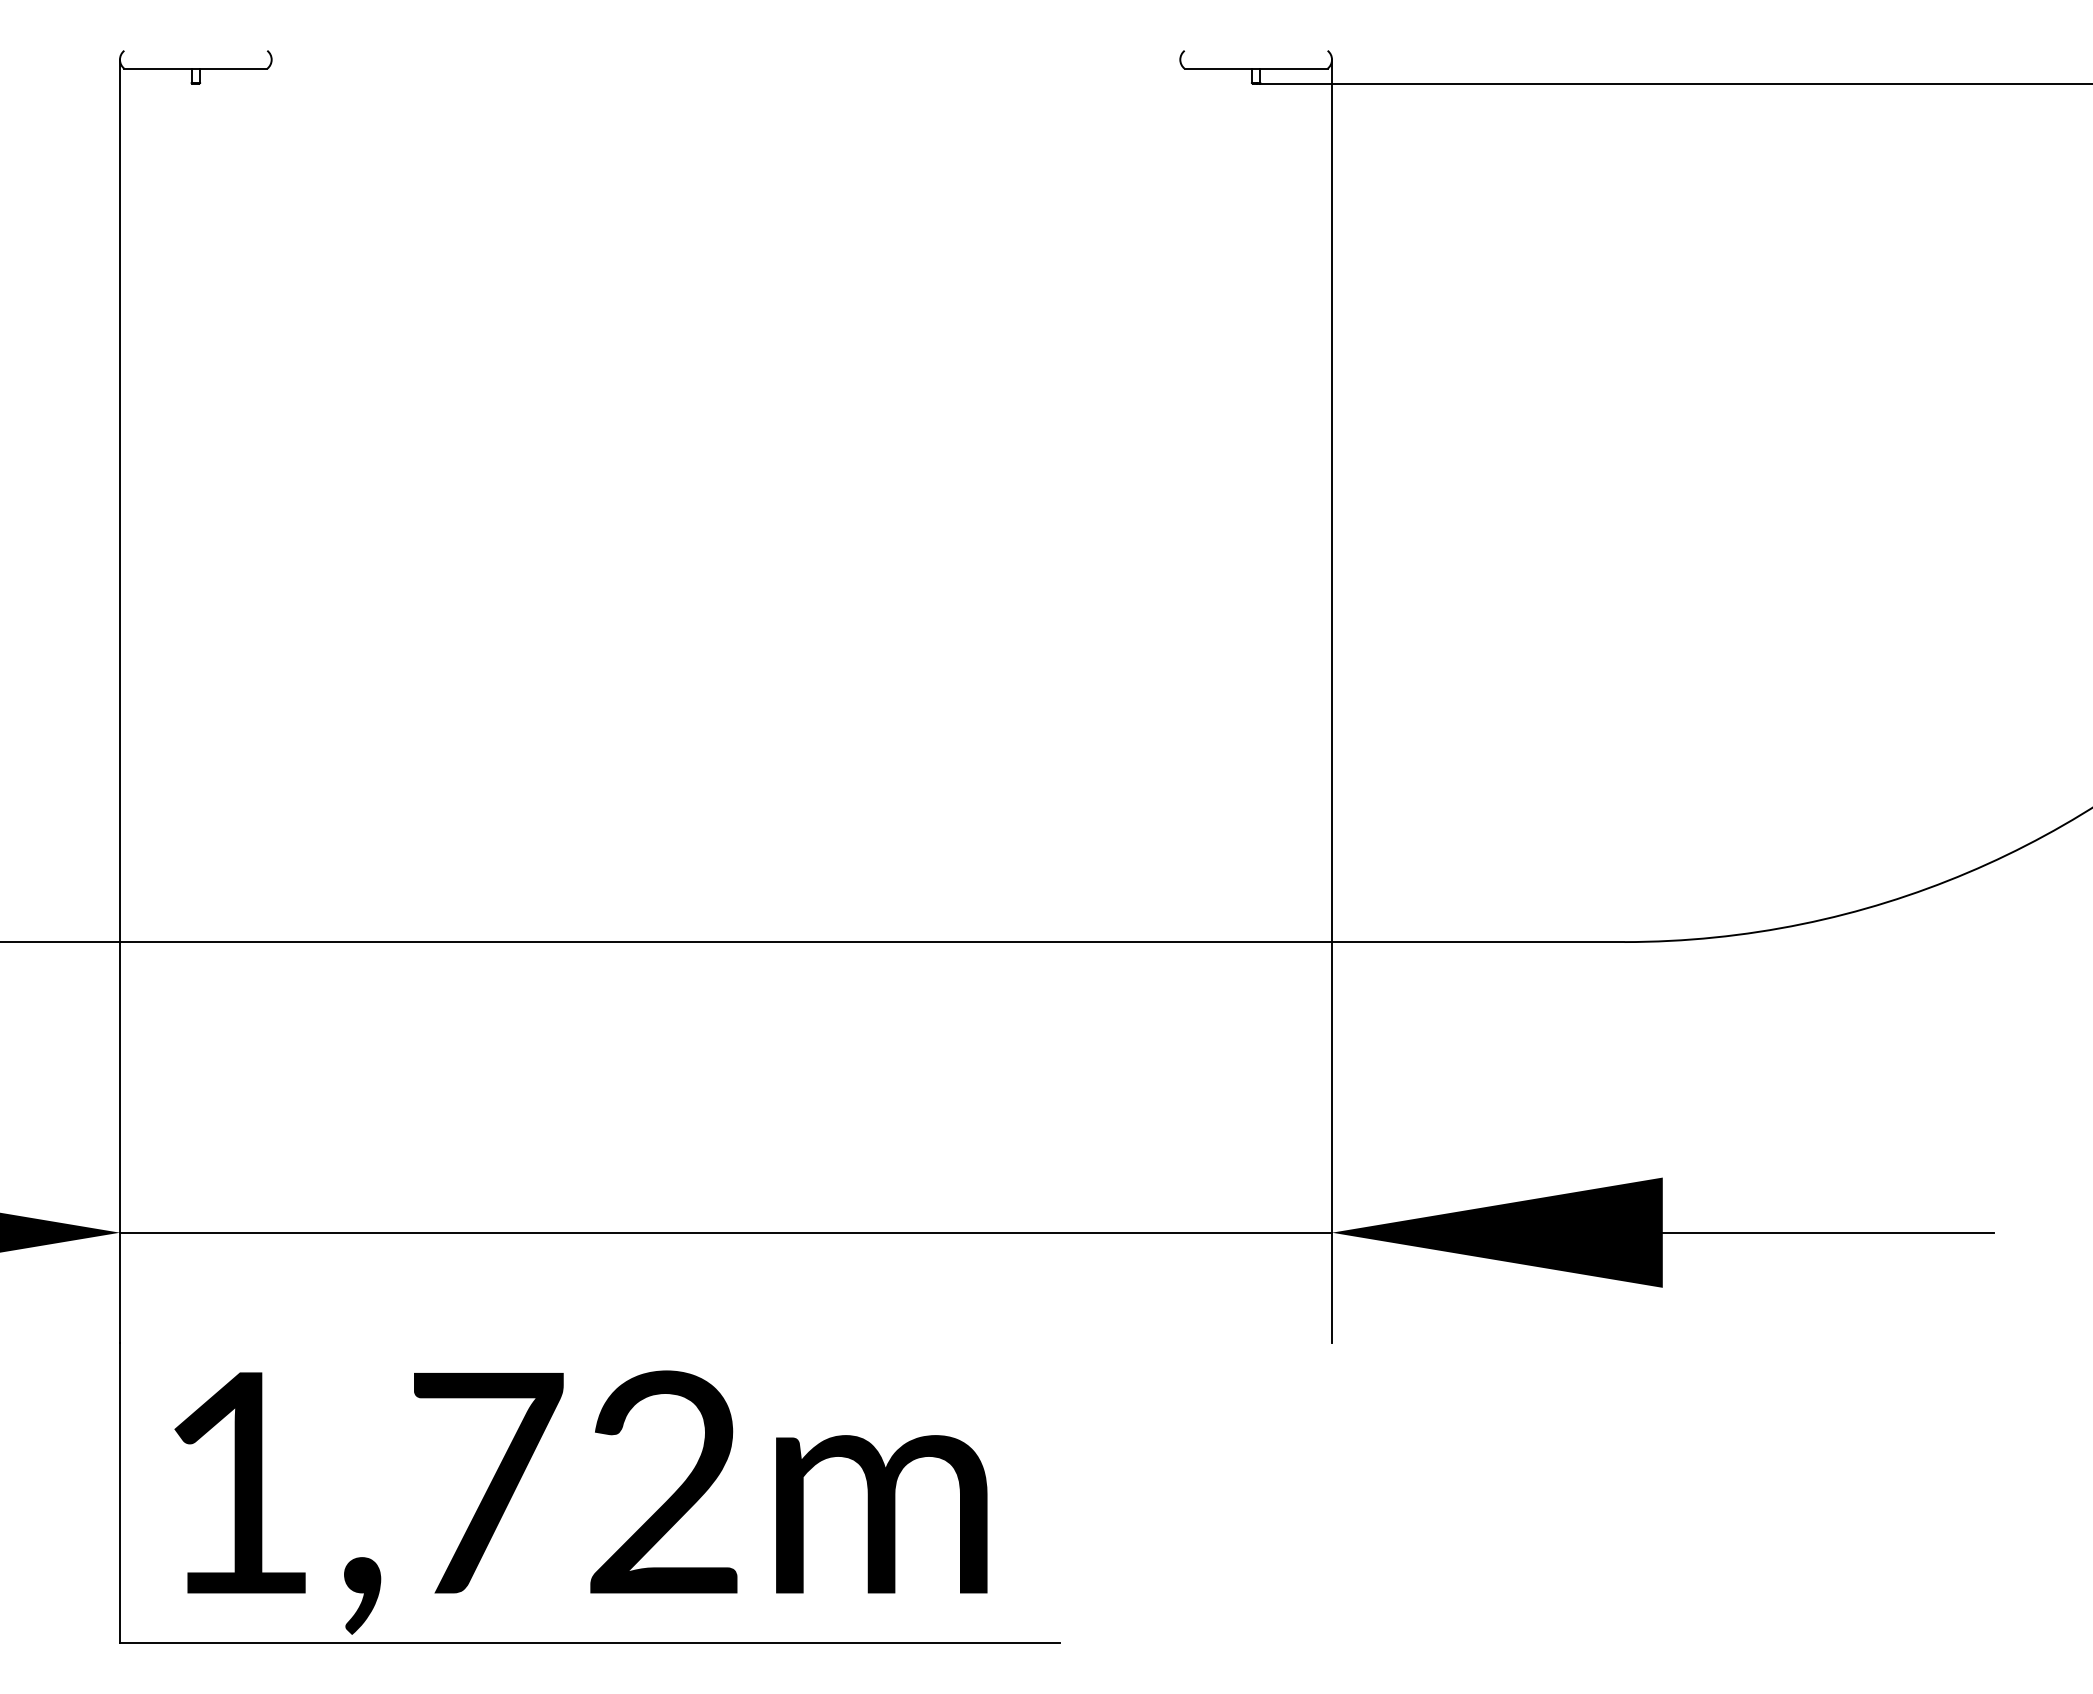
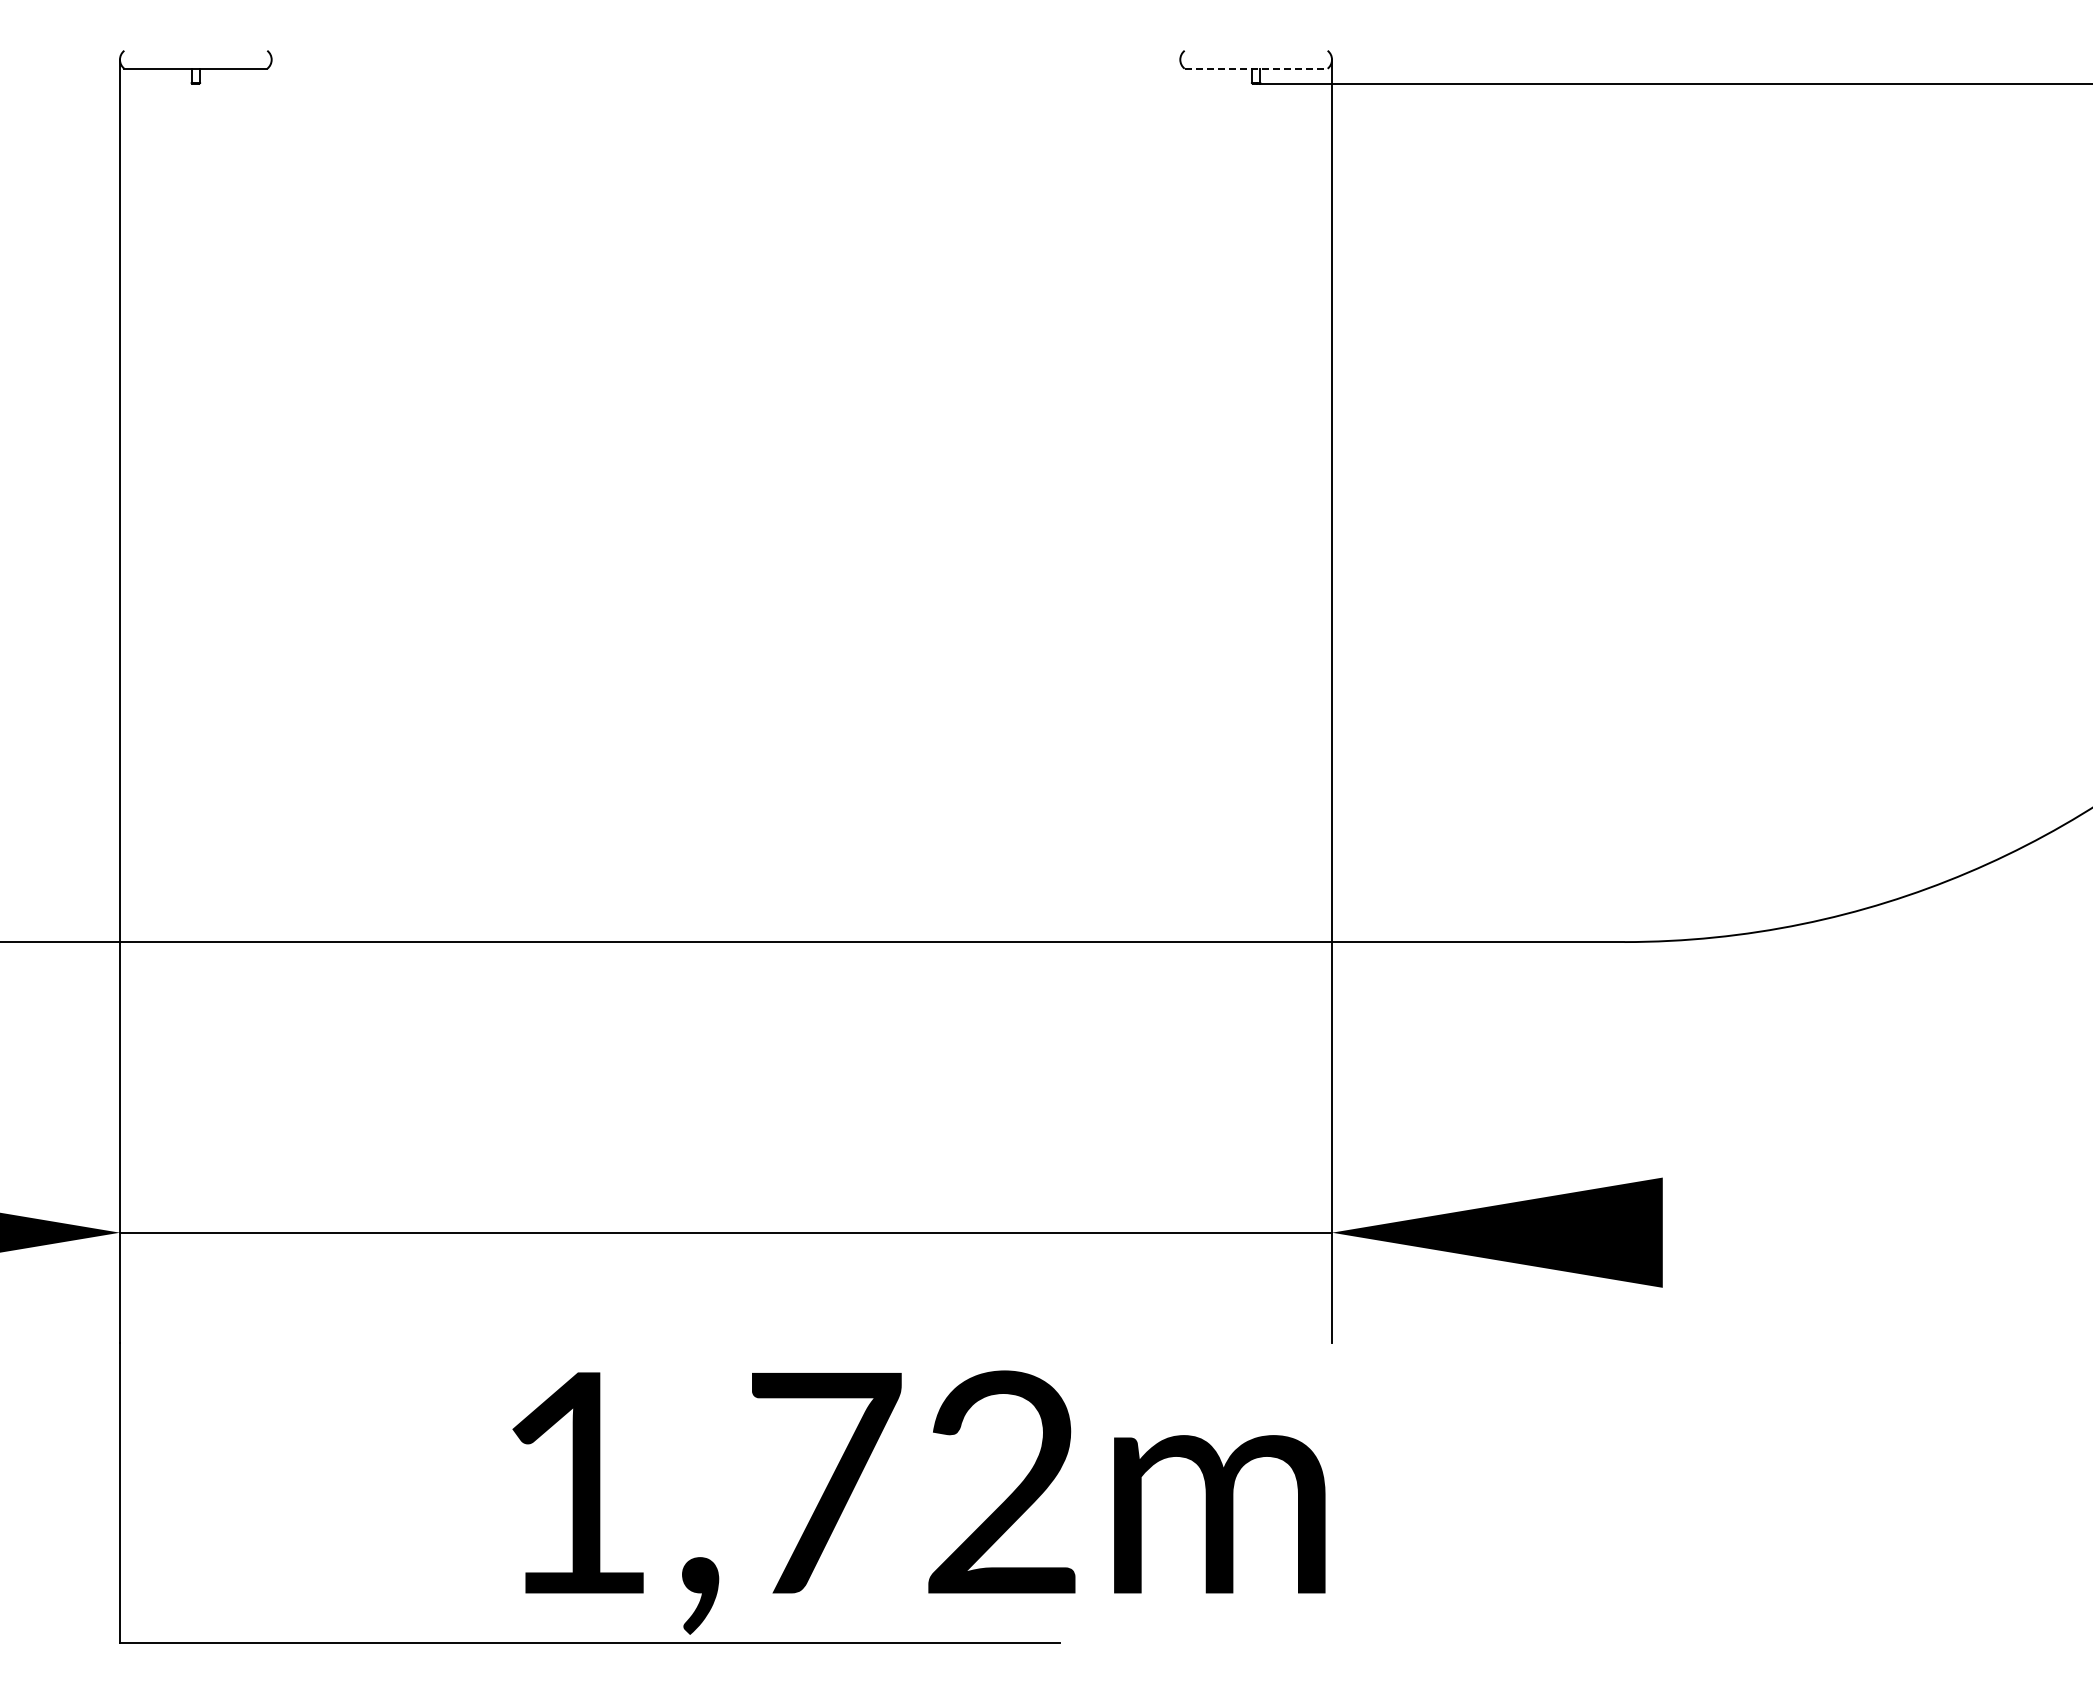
line at (1256, 68): solid -> dashed
line at (1827, 1232): present -> none
text at (580, 1502) position: (580, 1502) -> (918, 1502)
